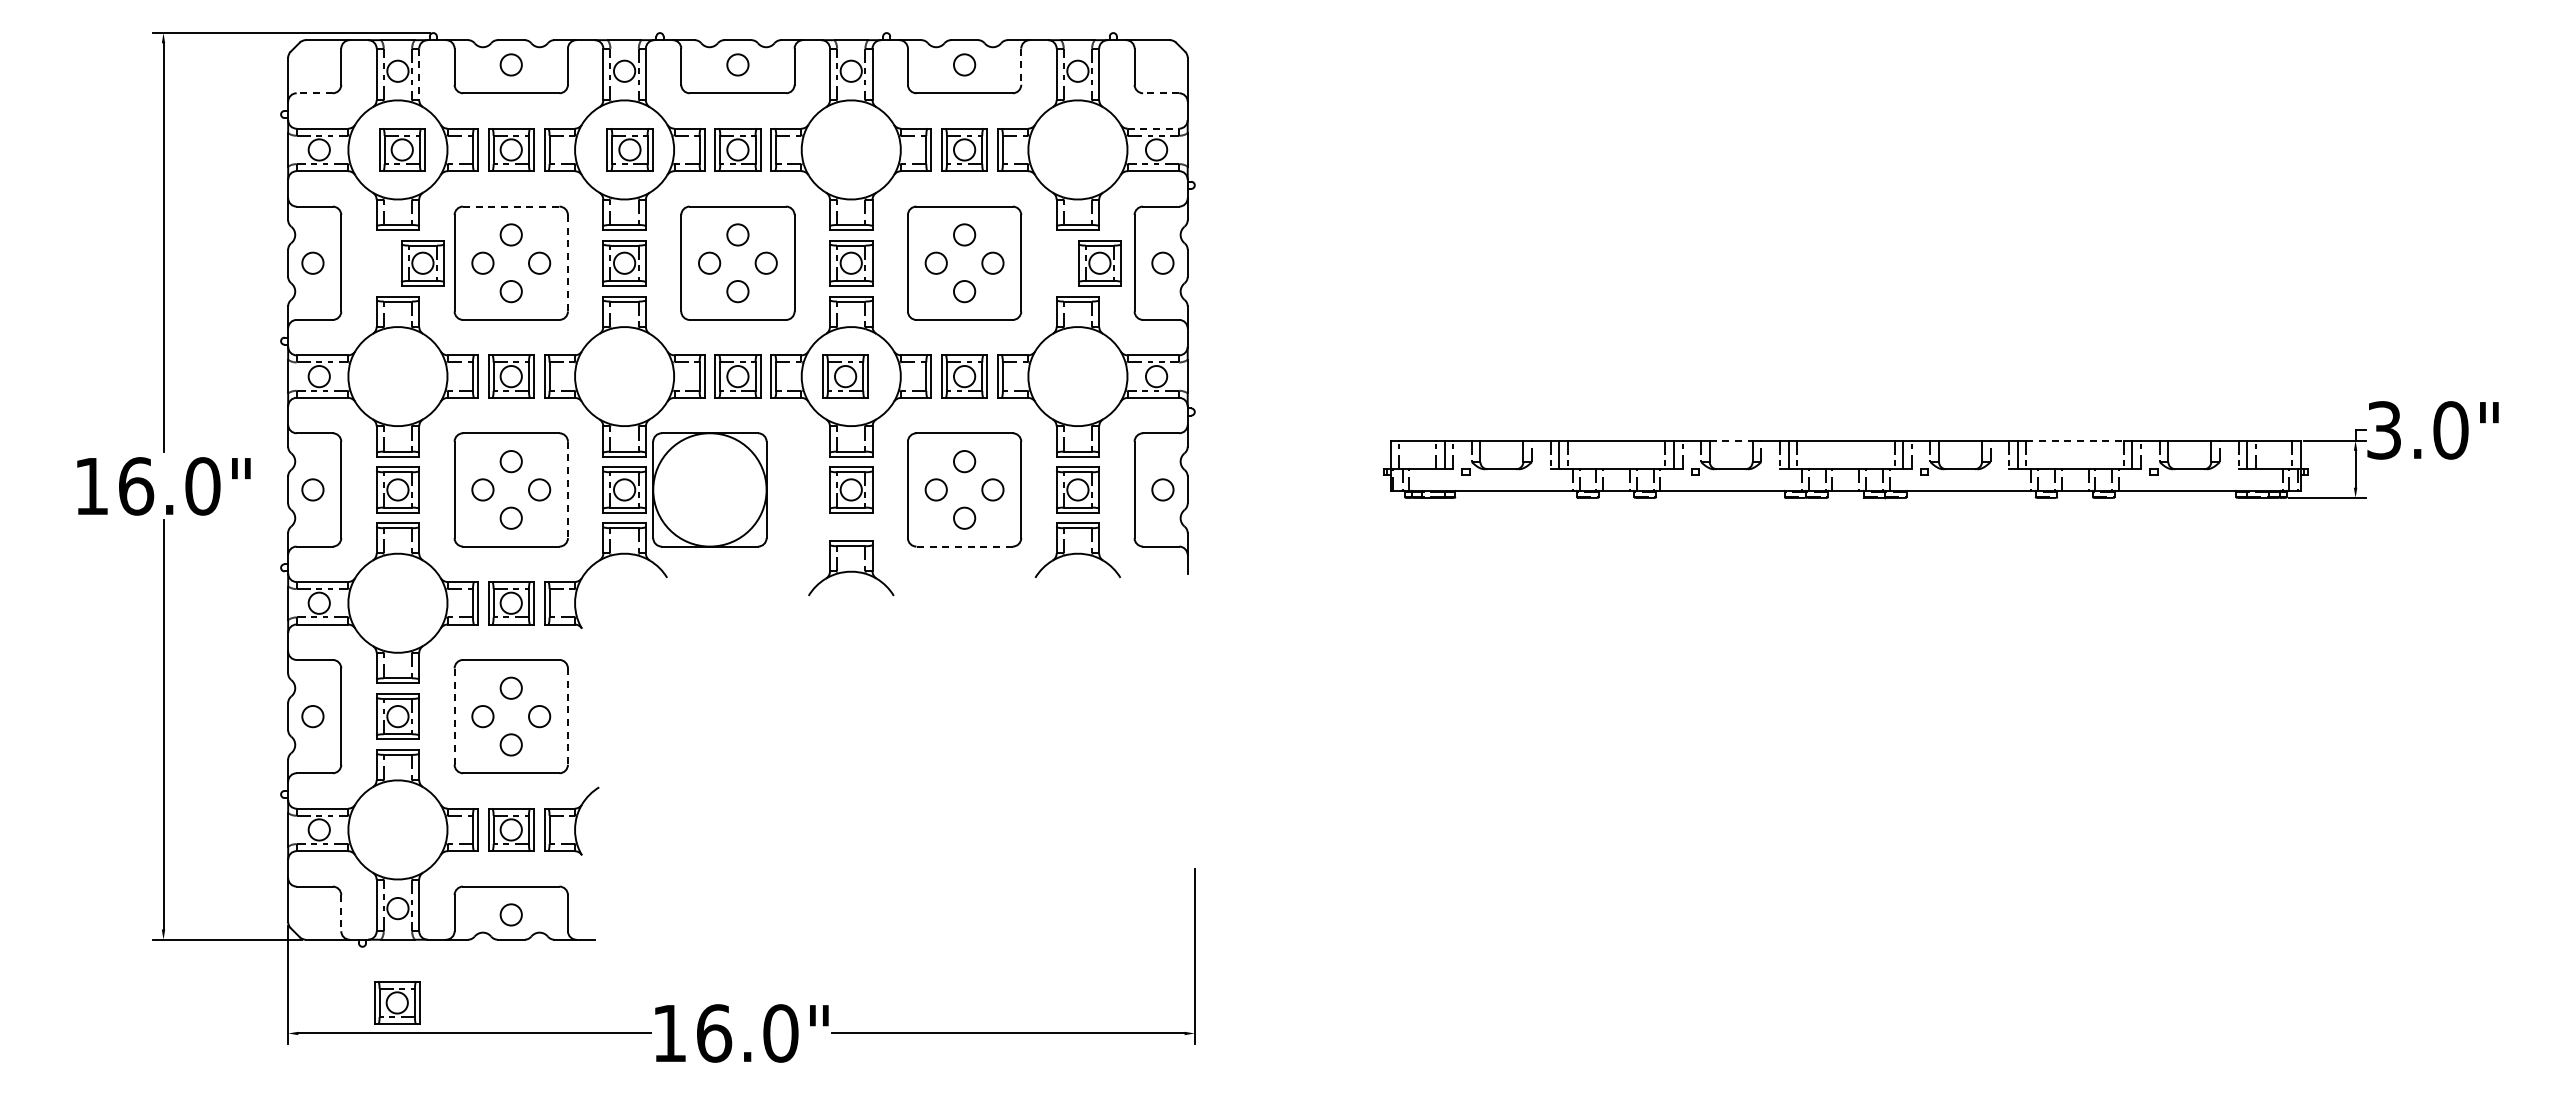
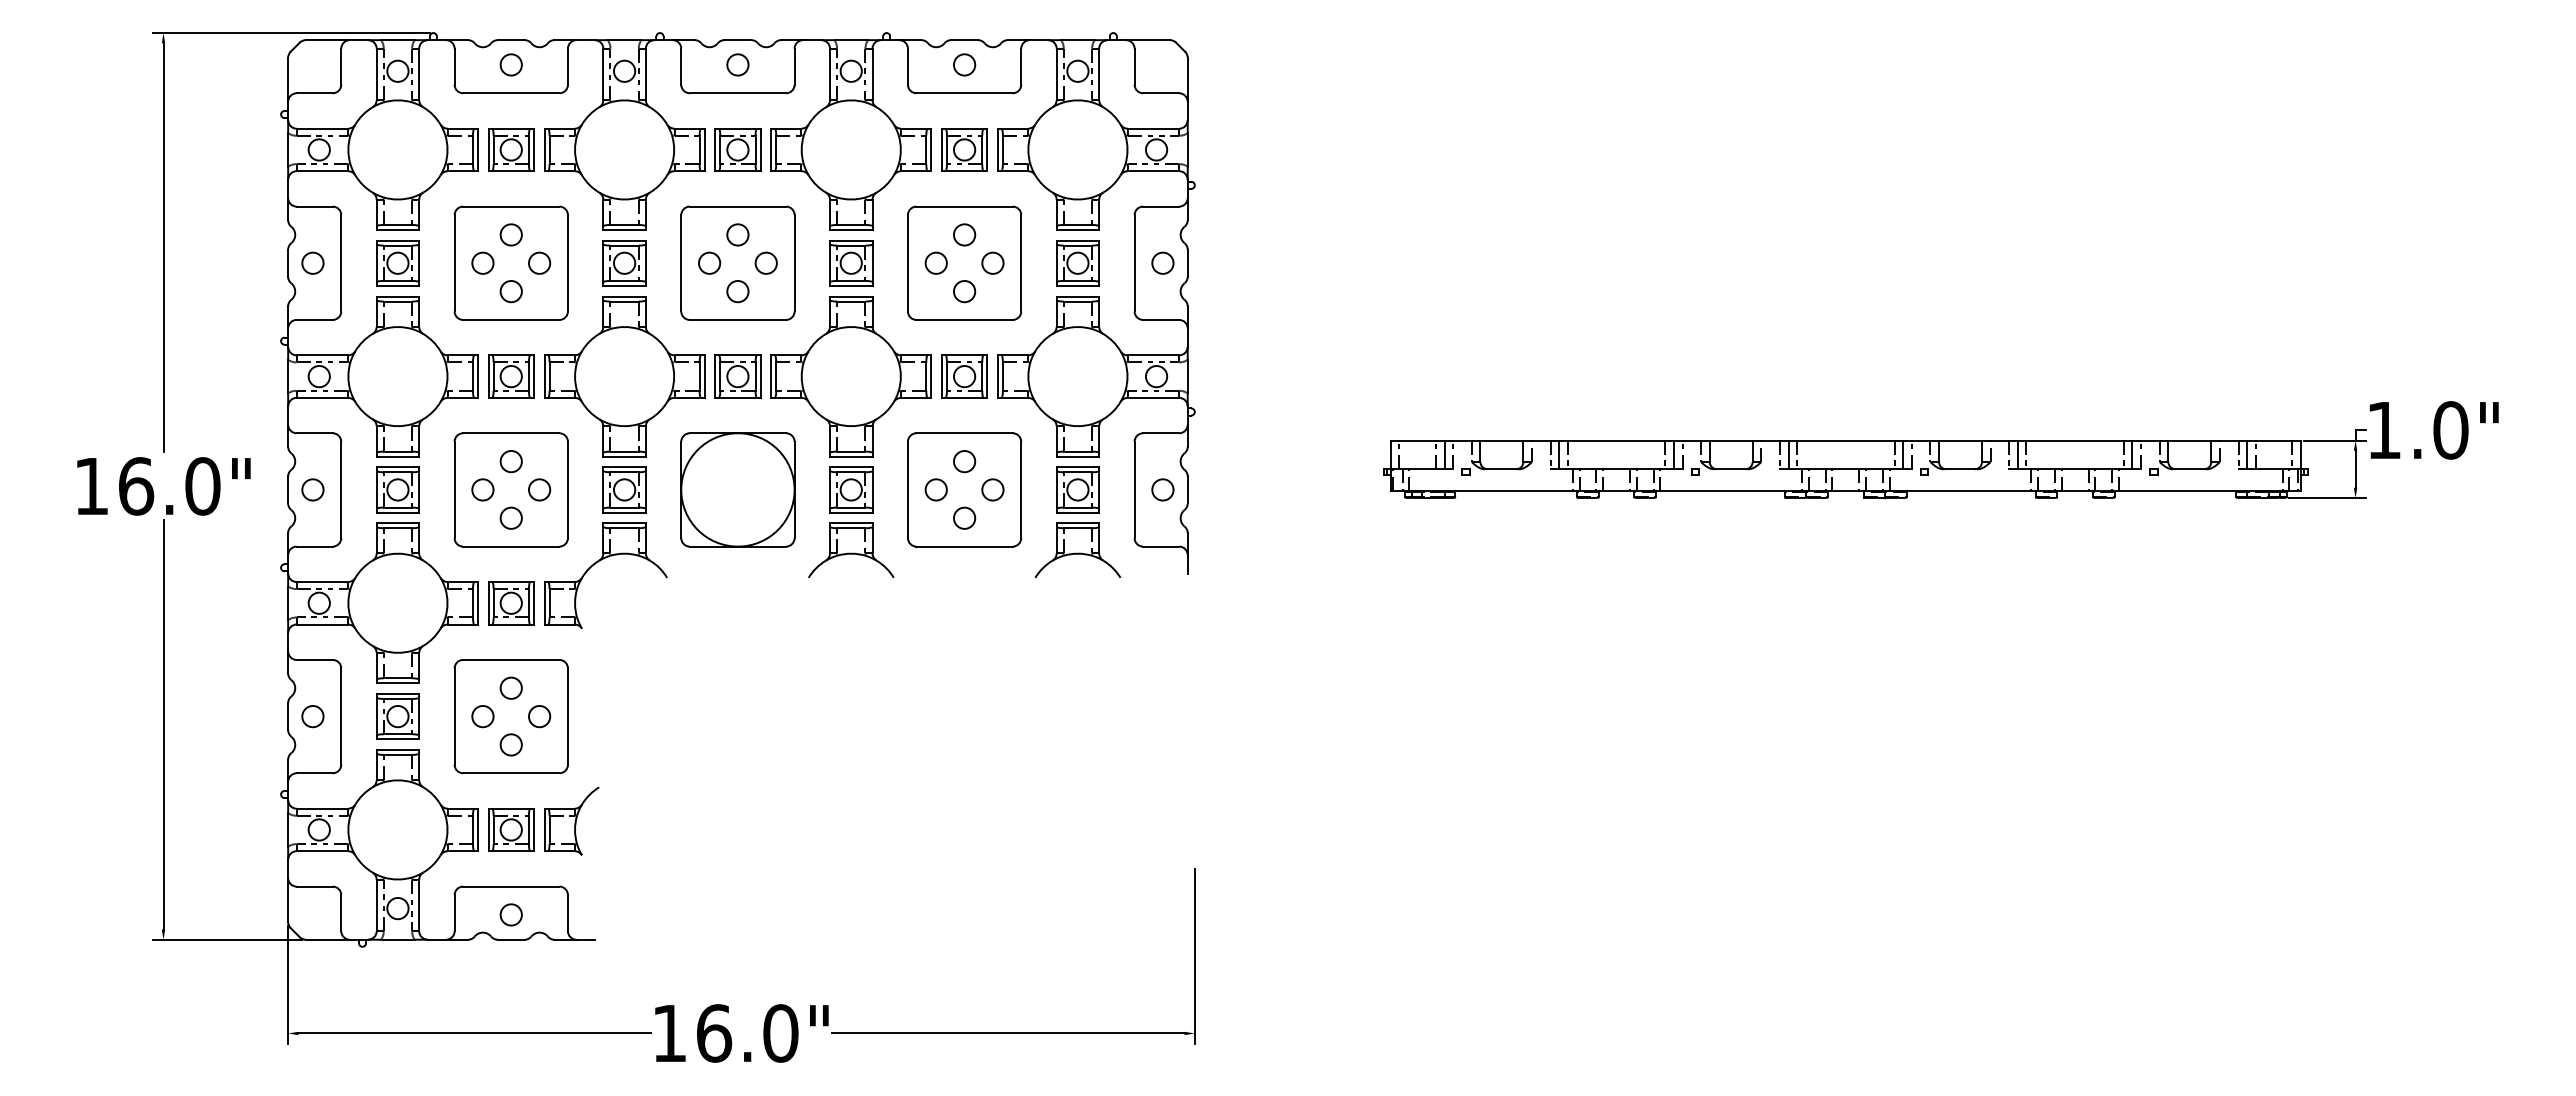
line at (1021, 67): dashed -> solid
line at (419, 74): dashed -> solid
line at (314, 93): dashed -> solid
line at (1160, 93): dashed -> solid
line at (1153, 128): dashed -> solid
part at (402, 149): present -> none
part at (629, 149): present -> none
line at (511, 206): dashed -> solid
part at (422, 263) position: (422, 263) -> (397, 263)
line at (567, 263): dashed -> solid
part at (1099, 263) position: (1099, 263) -> (1077, 263)
part at (845, 376): present -> none
text at (2383, 430): 3.0" -> 1.0"
line at (1731, 440): dashed -> solid
line at (2075, 440): dashed -> solid
part at (709, 489) position: (709, 489) -> (737, 489)
line at (567, 490): dashed -> solid
line at (964, 546): dashed -> solid
part at (851, 568) position: (851, 568) -> (851, 550)
line at (454, 716): dashed -> solid
line at (567, 717): dashed -> solid
line at (341, 913): dashed -> solid
part at (397, 1002): present -> none
